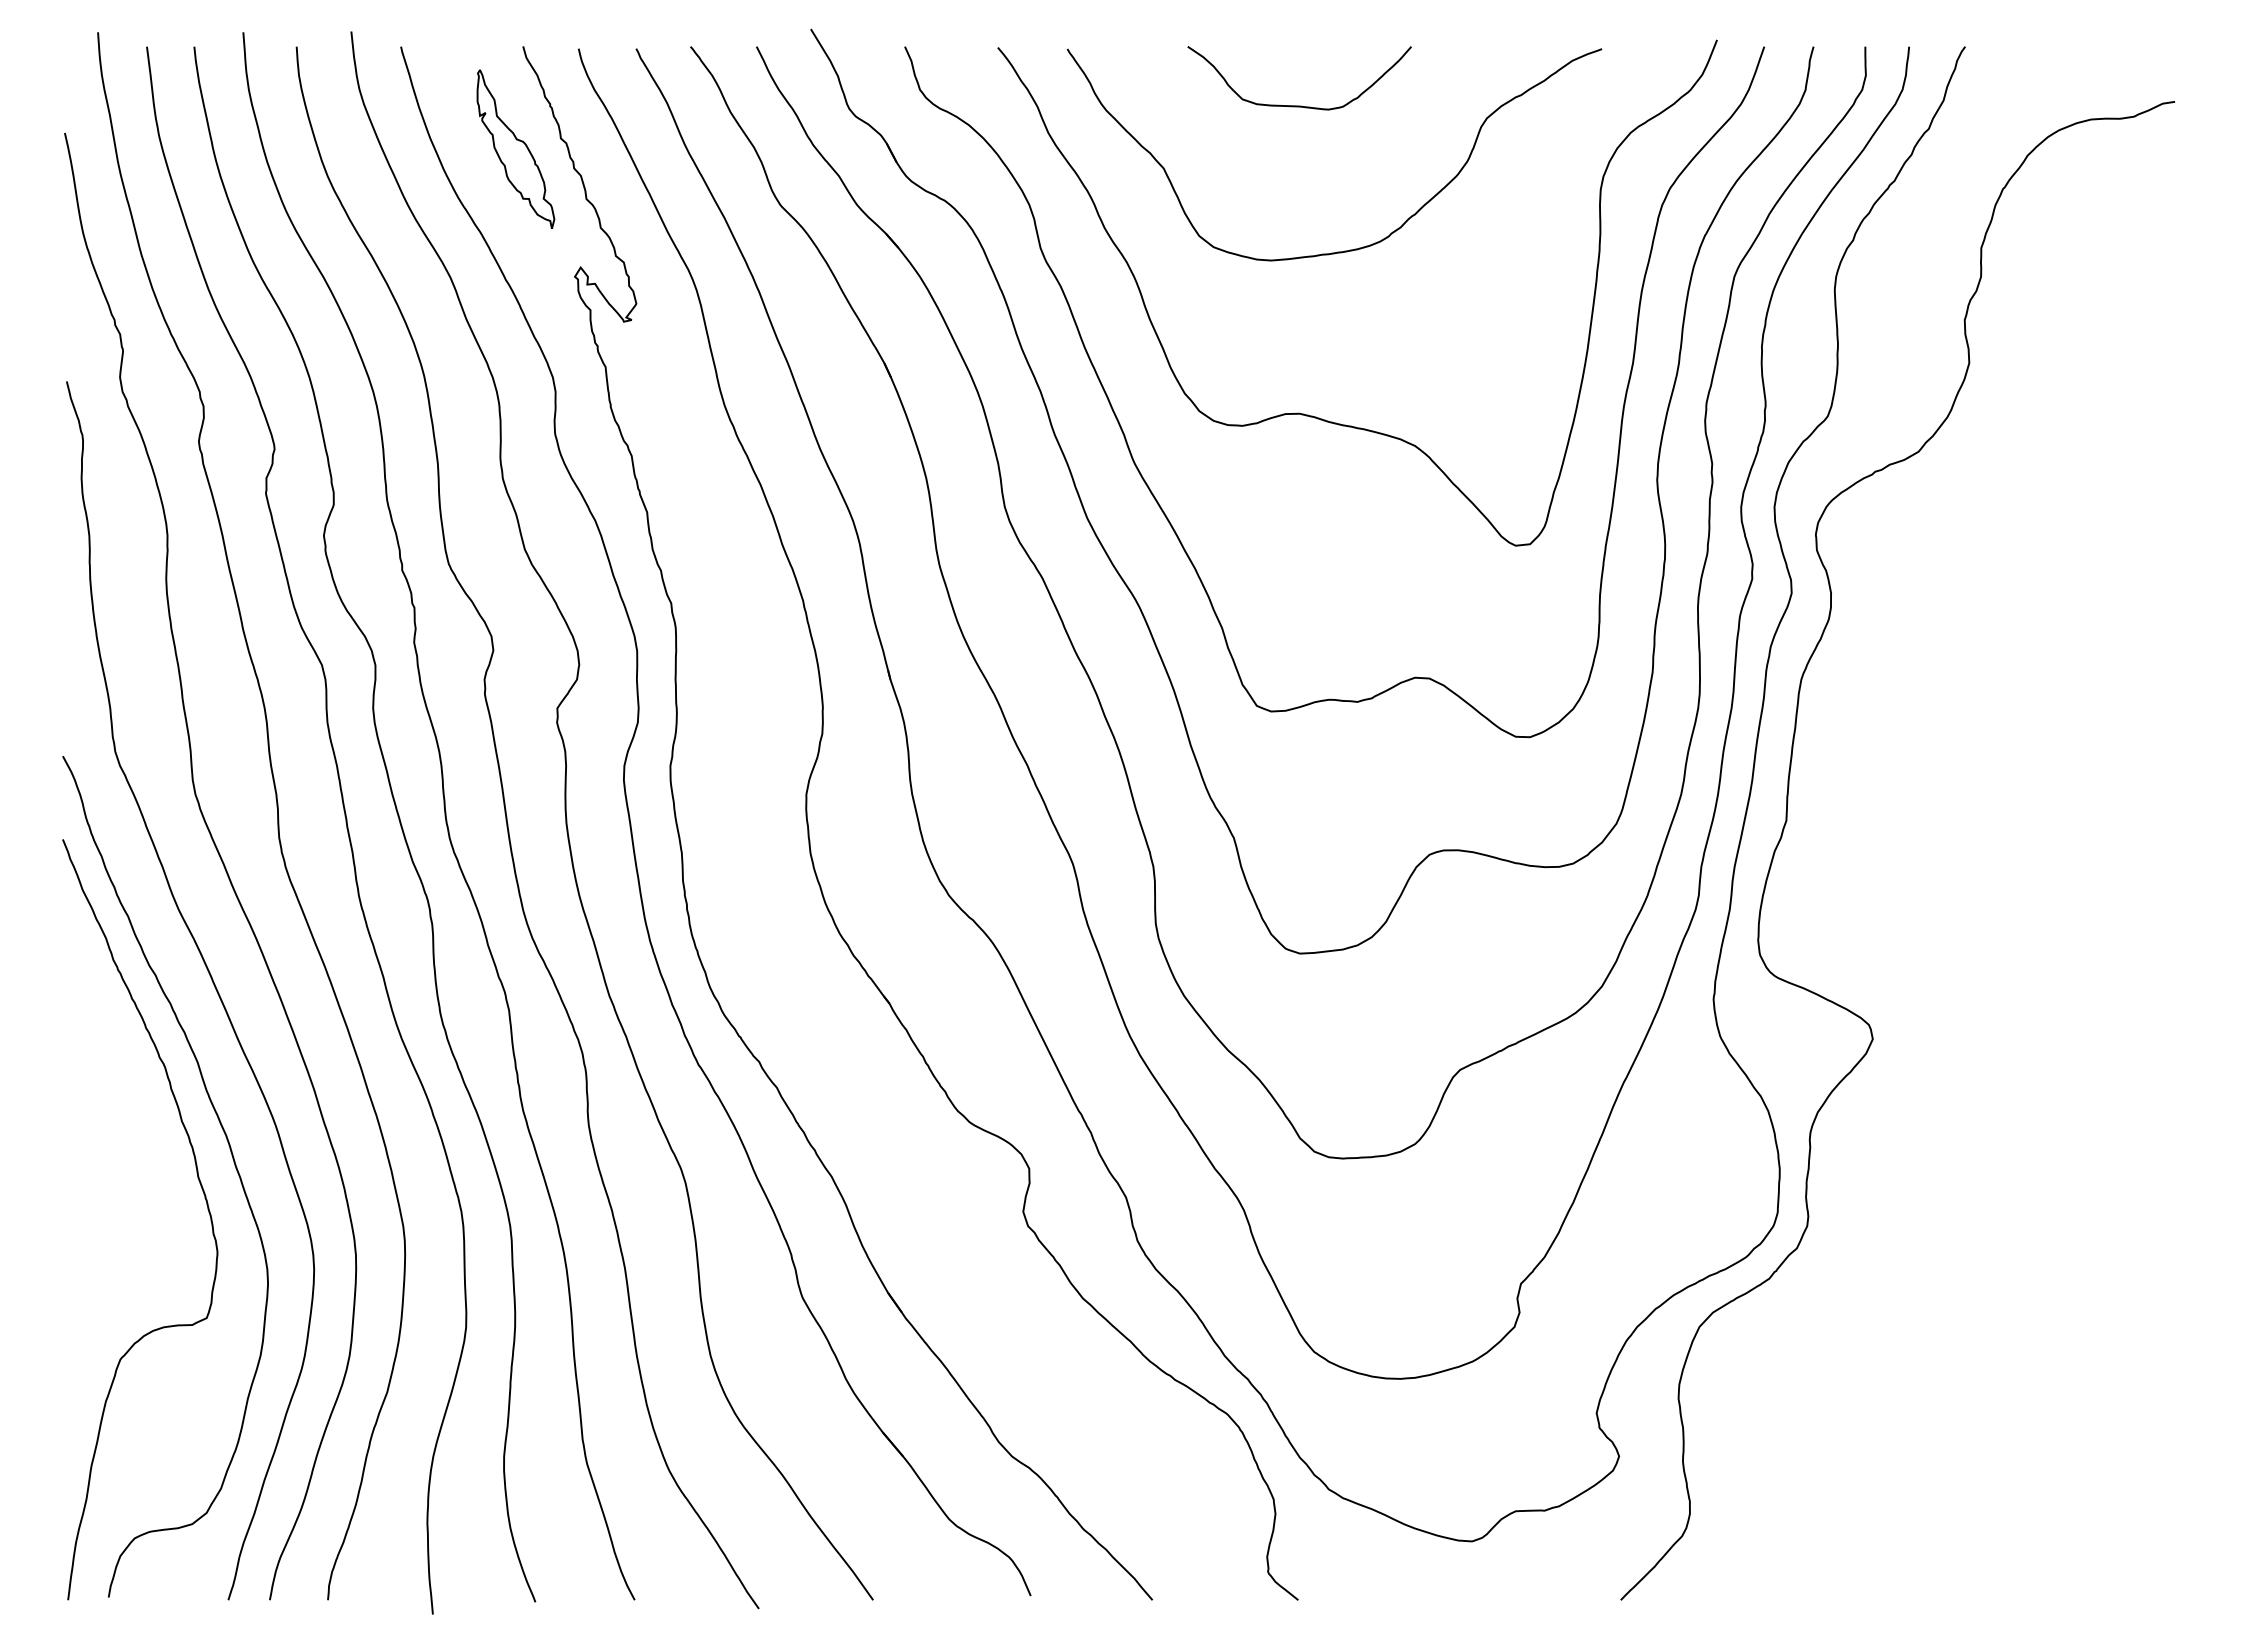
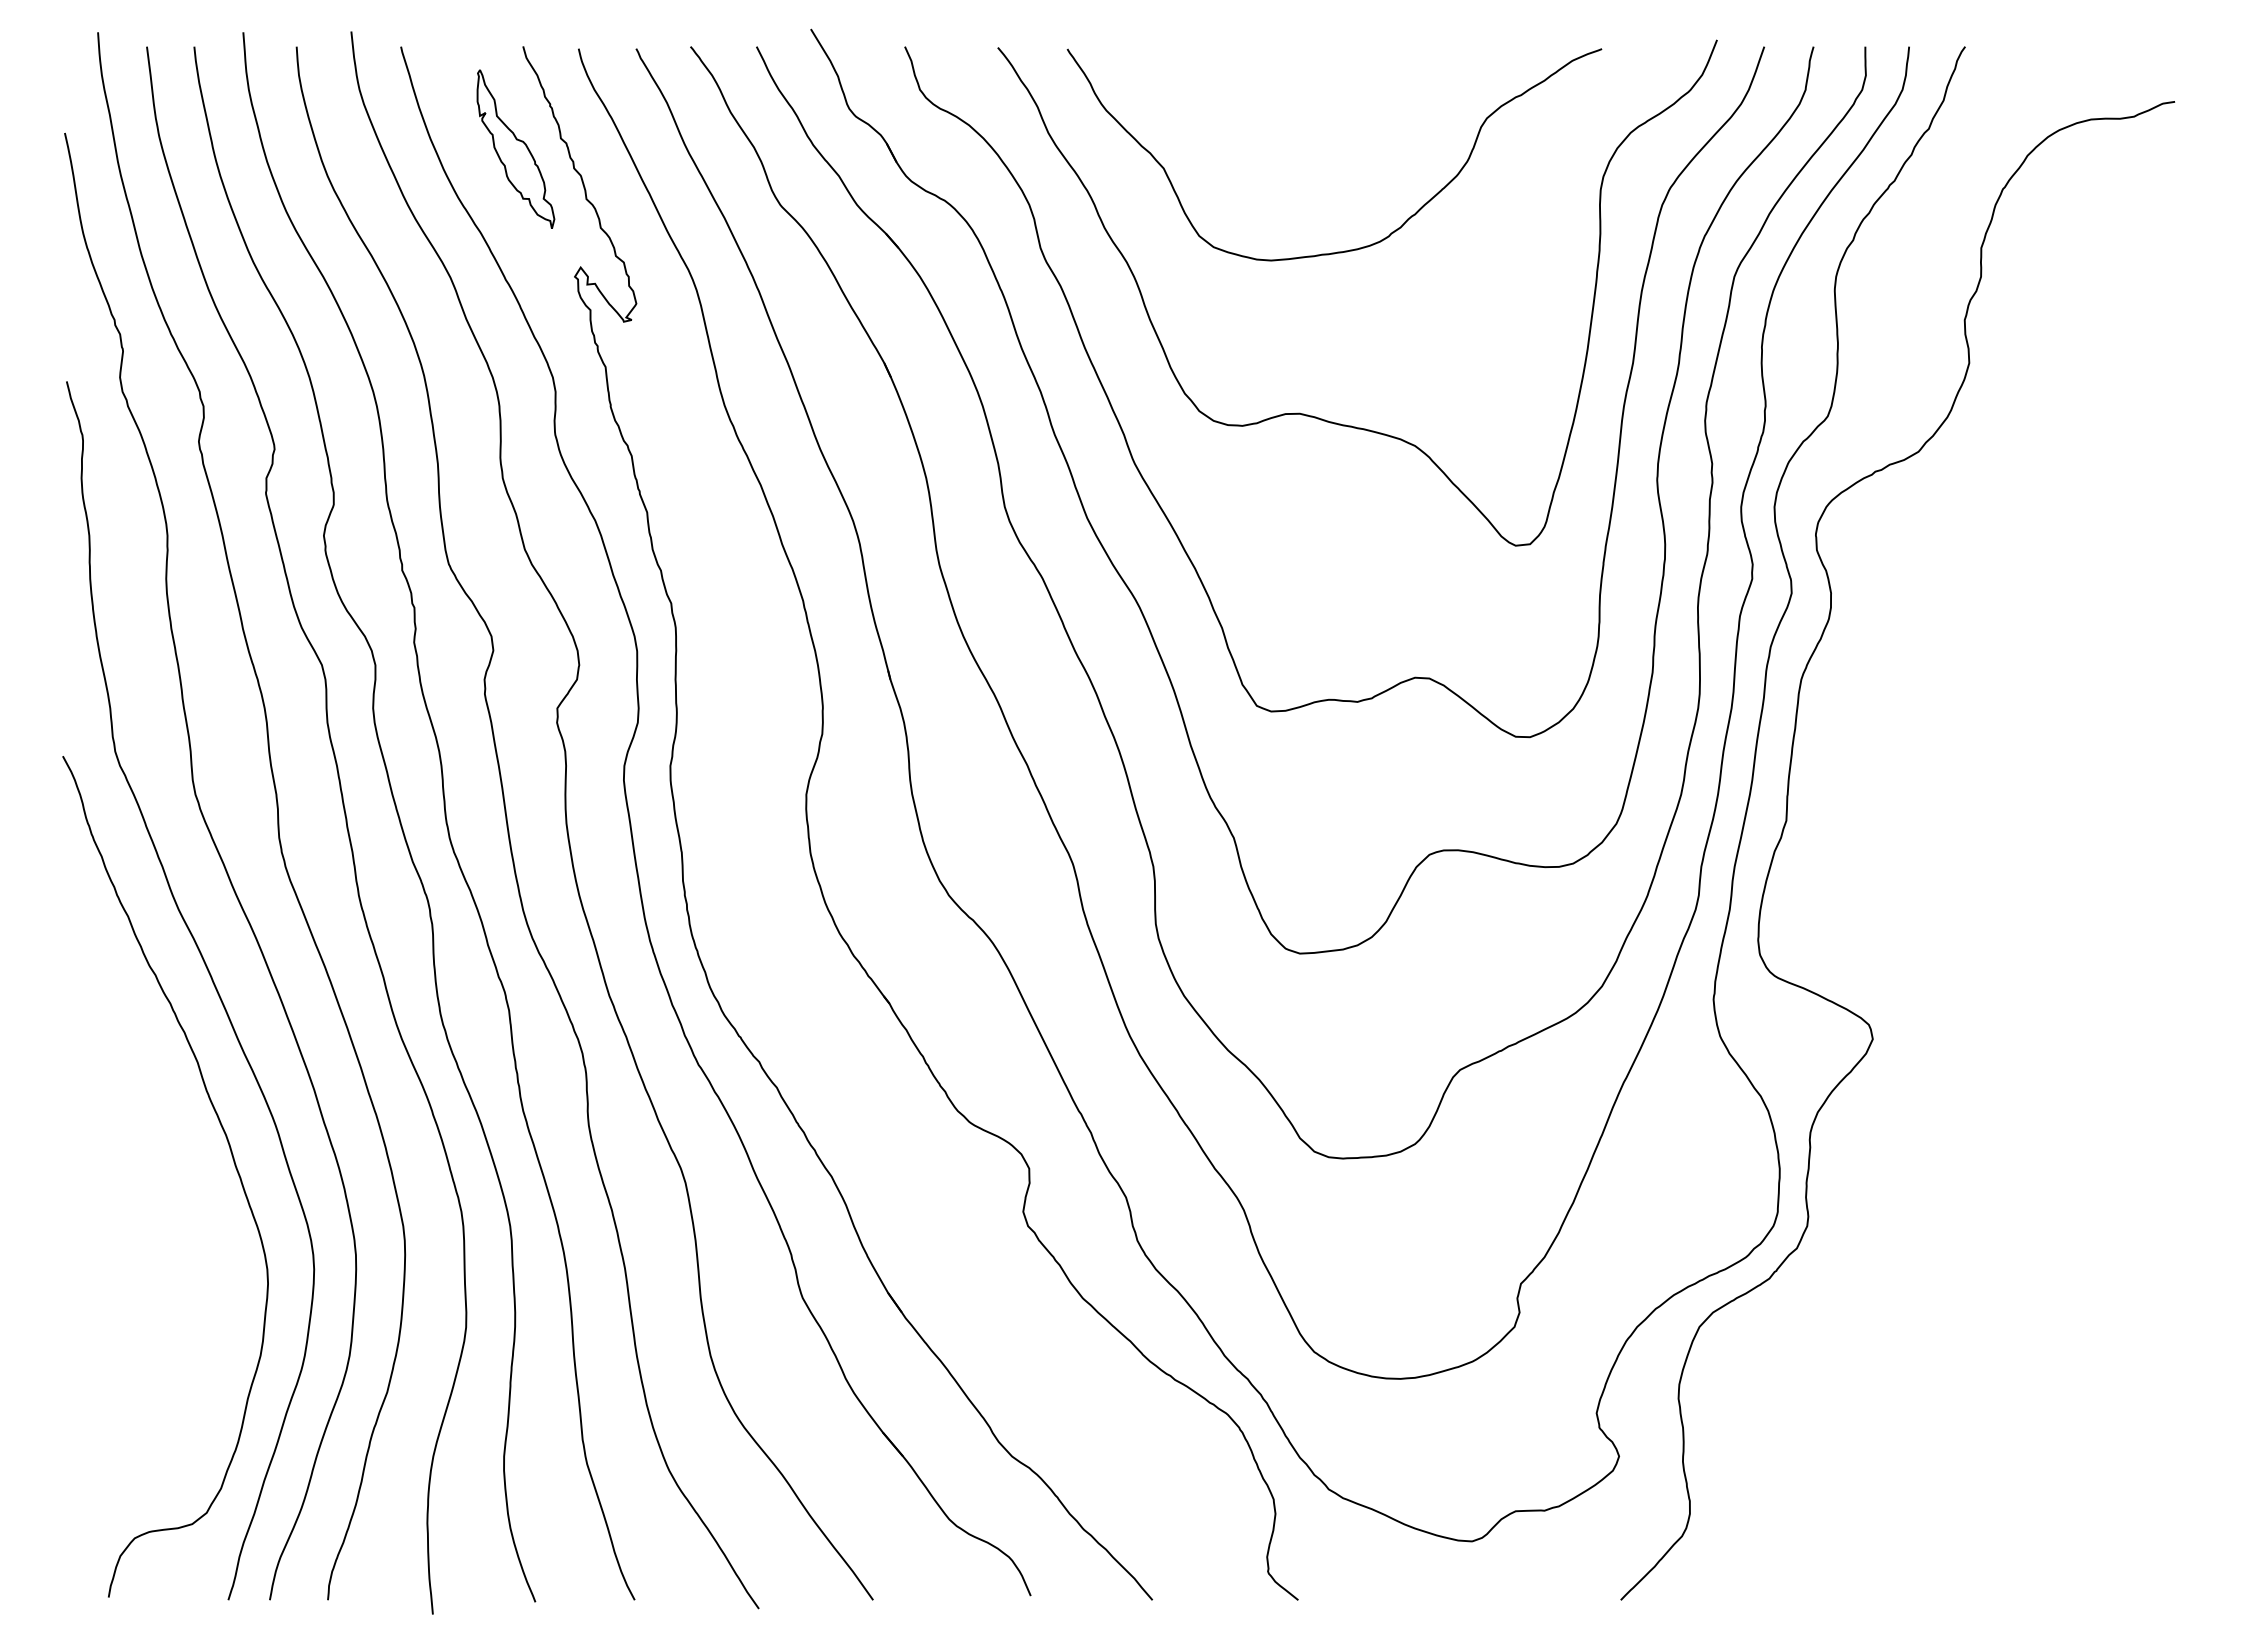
curve at (1299, 105): present -> none
curve at (204, 1198): present -> none
